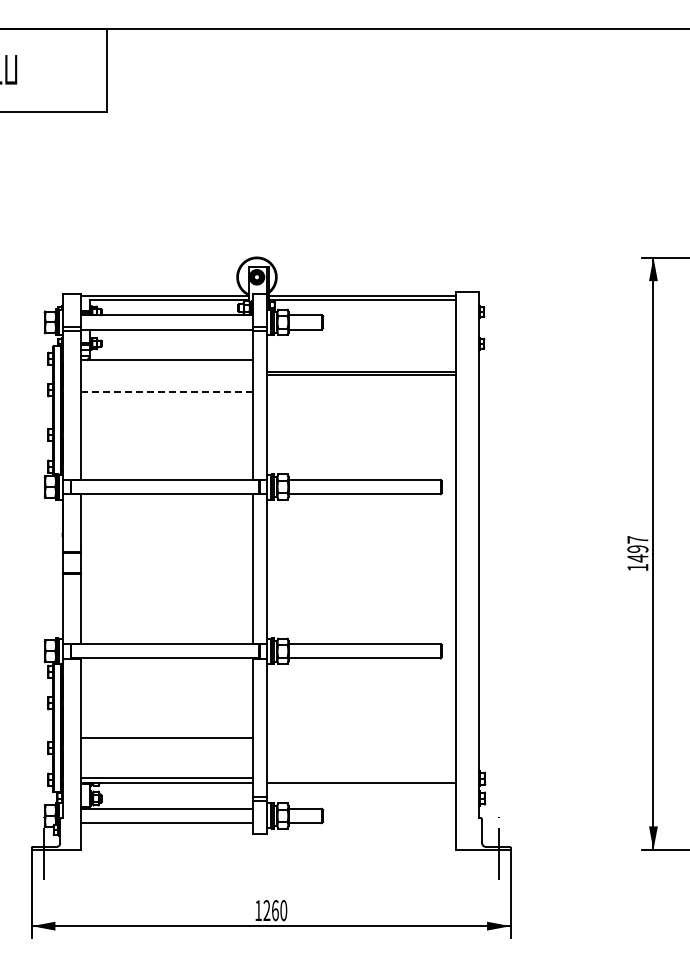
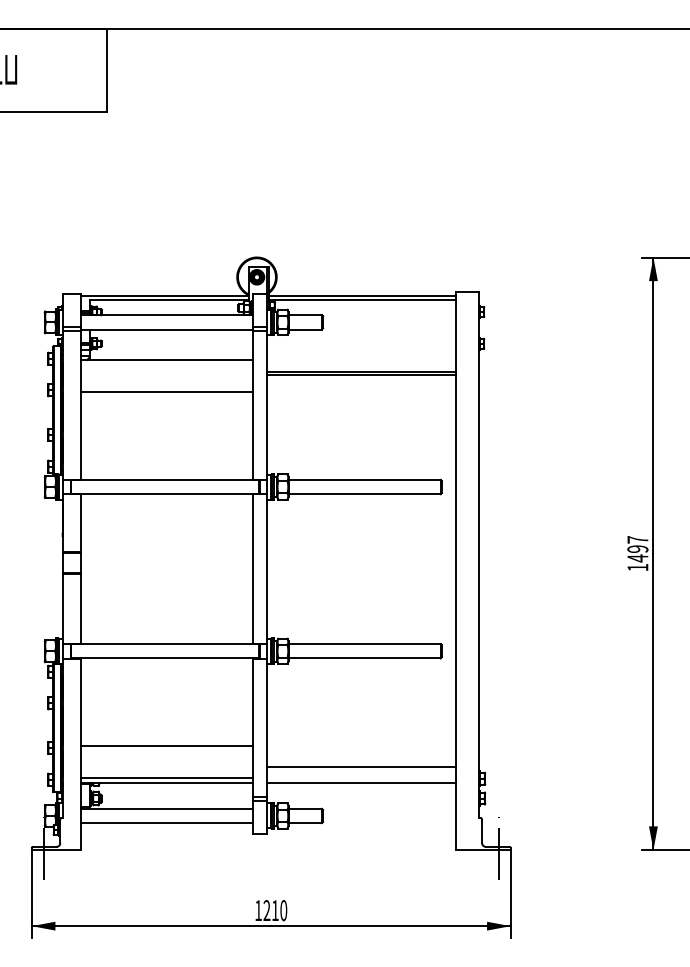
line at (167, 391): dashed -> solid
line at (167, 737) position: (167, 737) -> (167, 745)
line at (361, 767): none -> present
text at (275, 910): 1260 -> 1210
